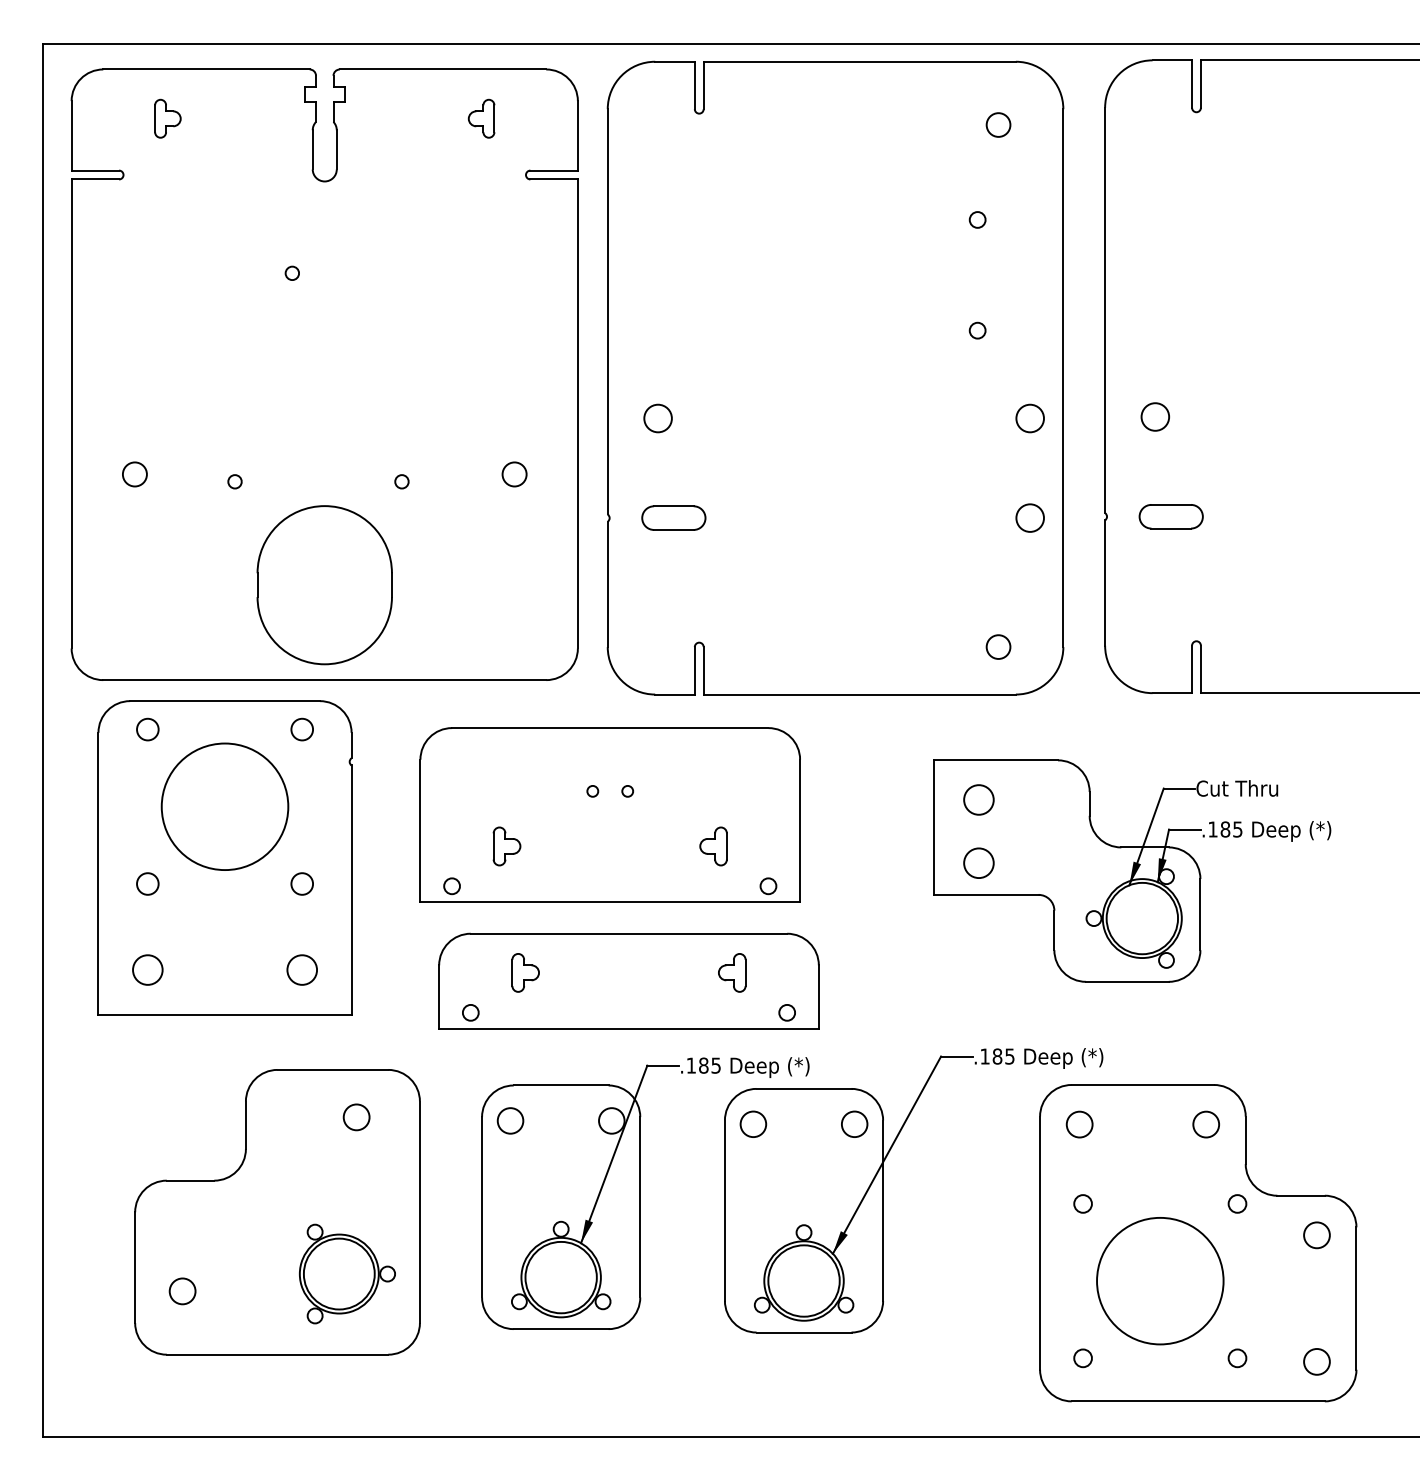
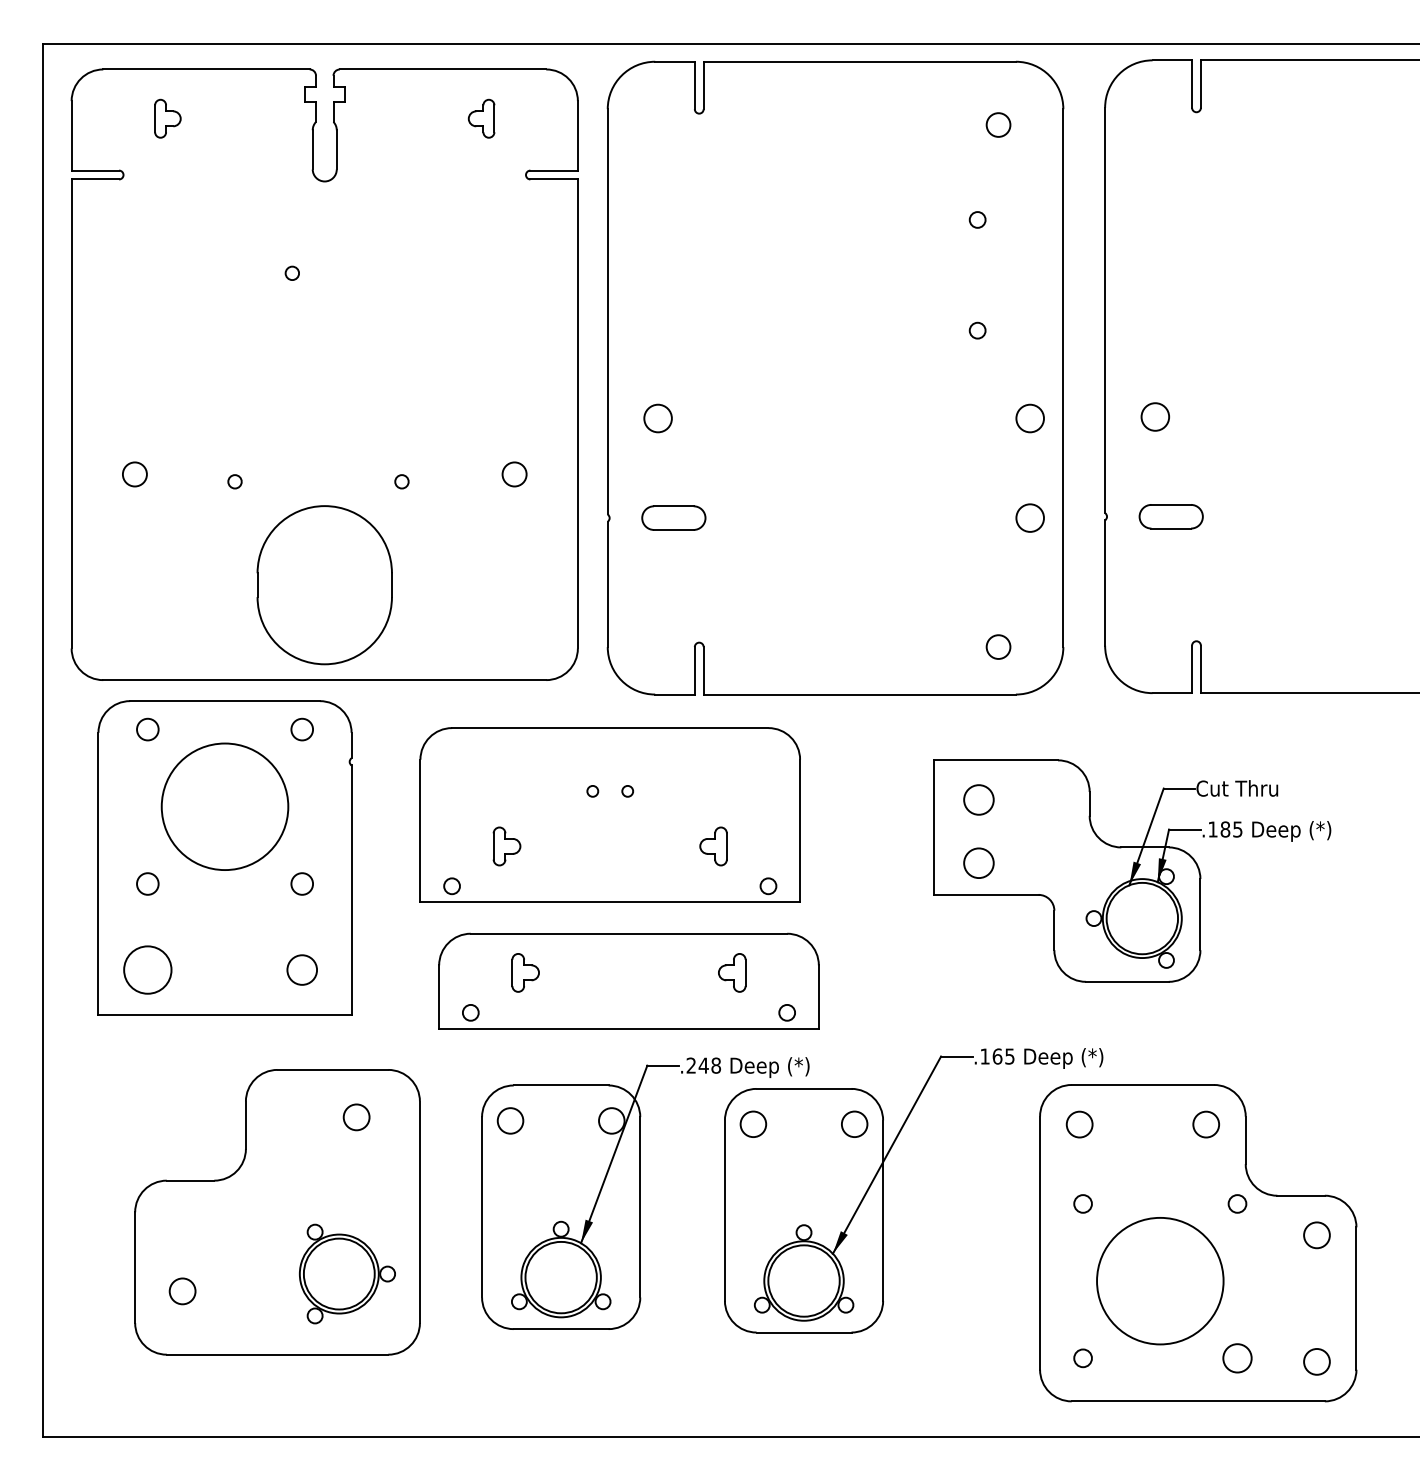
circle at (147, 969) diameter: 30 px -> 47 px
text at (997, 1056): .185 -> .165
text at (703, 1065): .185 -> .248
circle at (1237, 1358) diameter: 18 px -> 28 px
